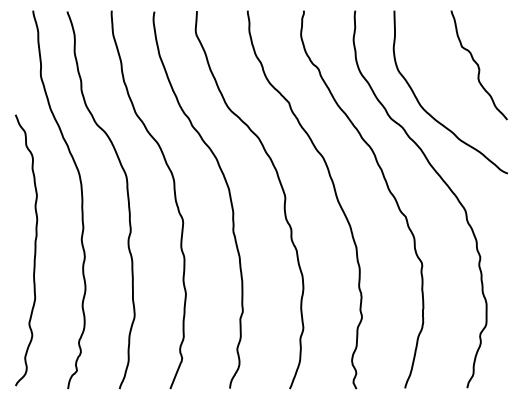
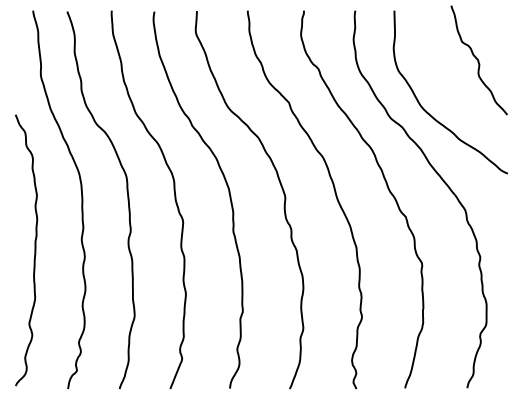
curve at (478, 65) position: (478, 65) -> (478, 60)
